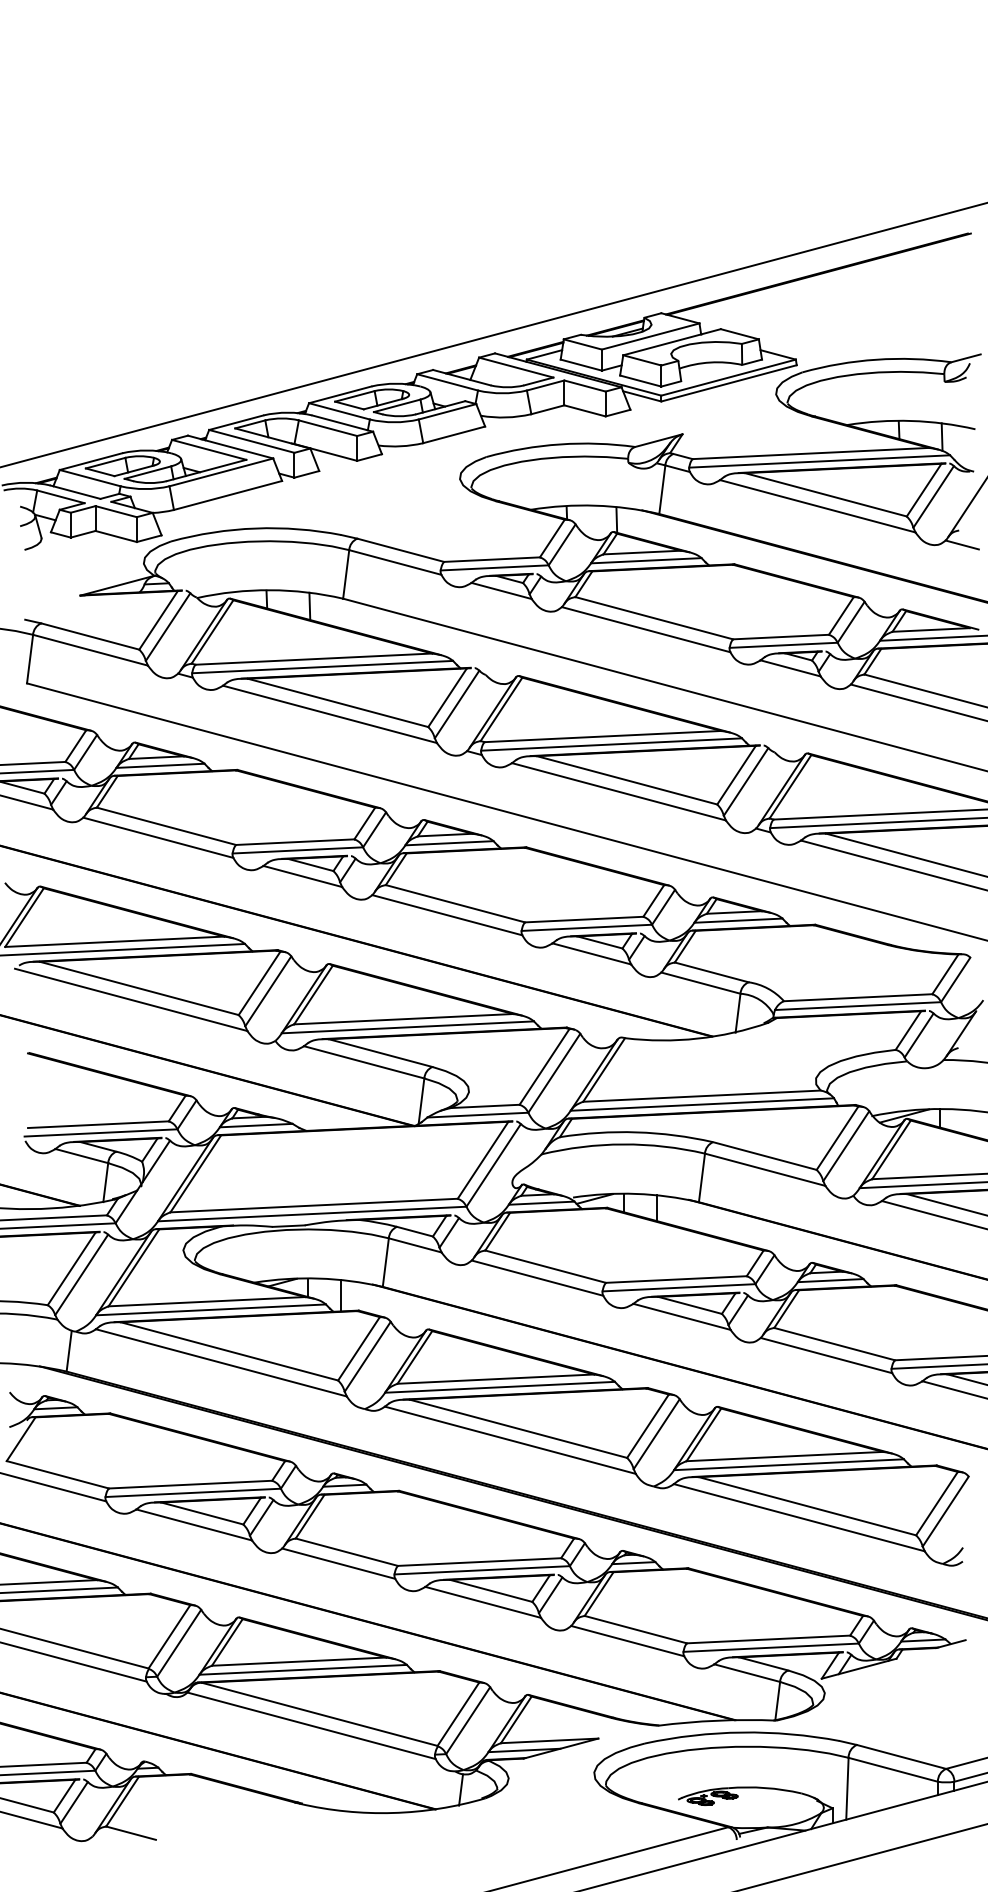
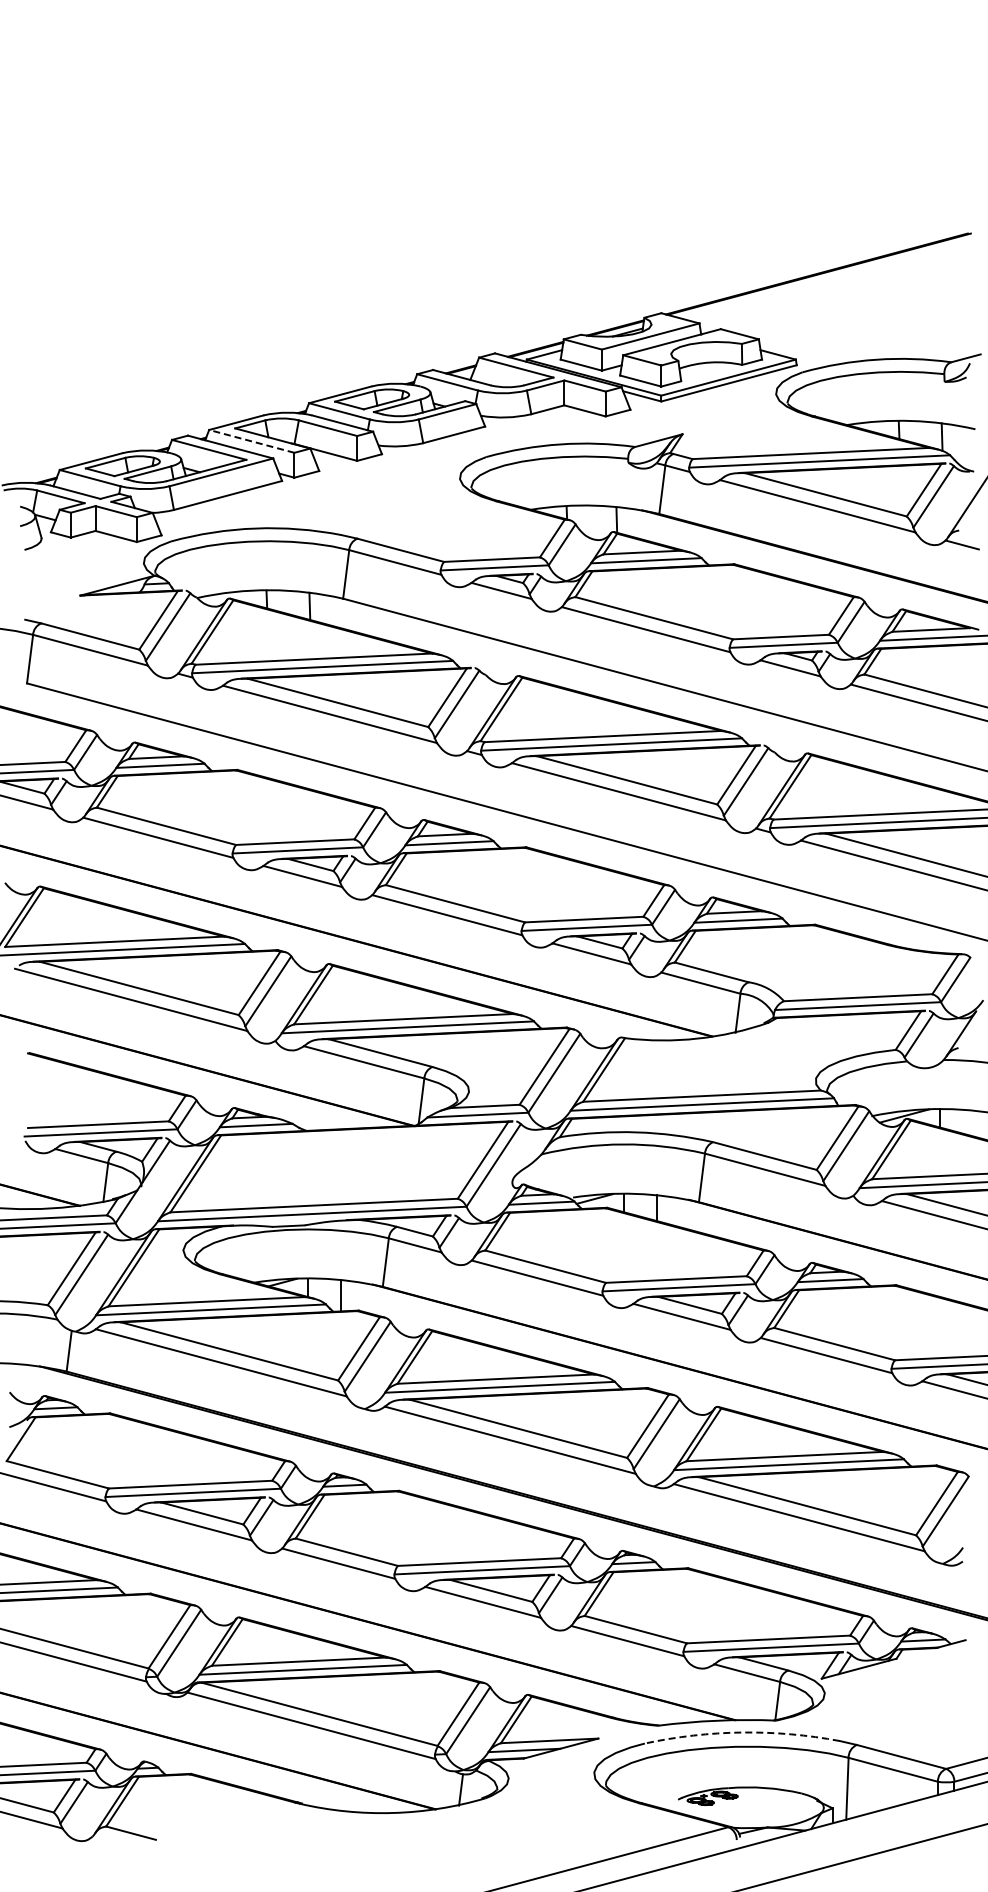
line at (493, 334): present -> none
line at (251, 441): solid -> dashed
arc at (742, 1732): solid -> dashed
